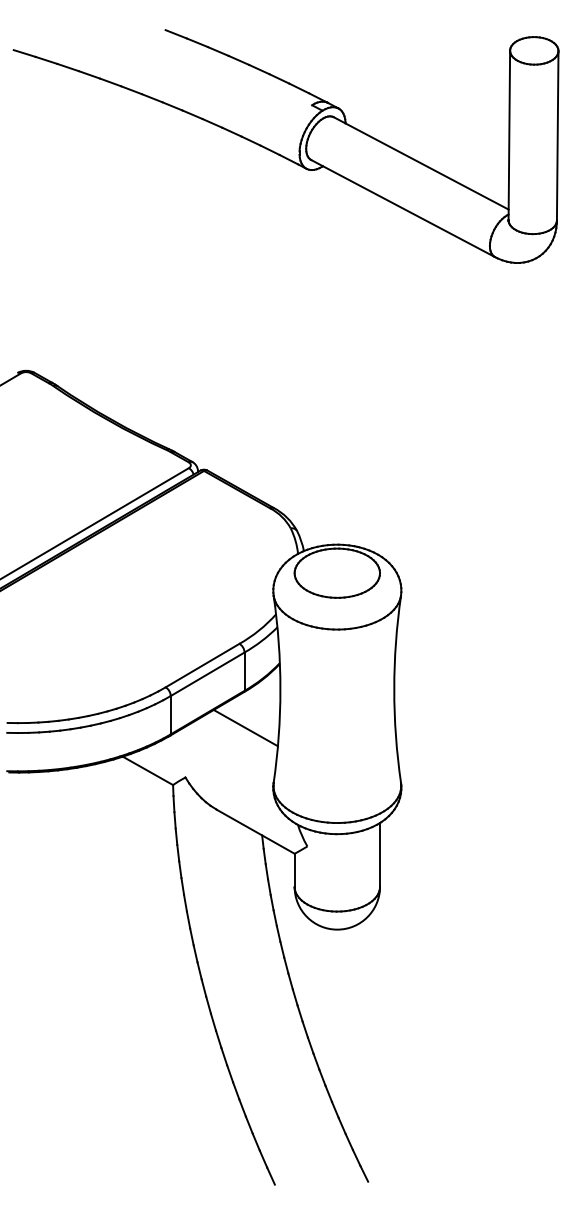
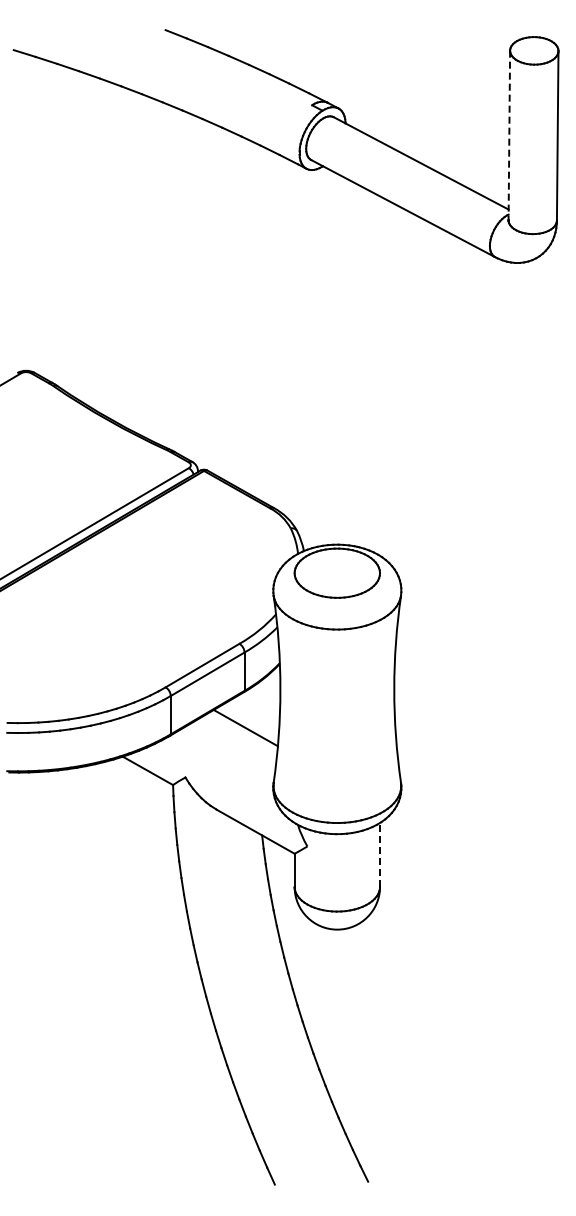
line at (509, 135): solid -> dashed
line at (380, 854): solid -> dashed
